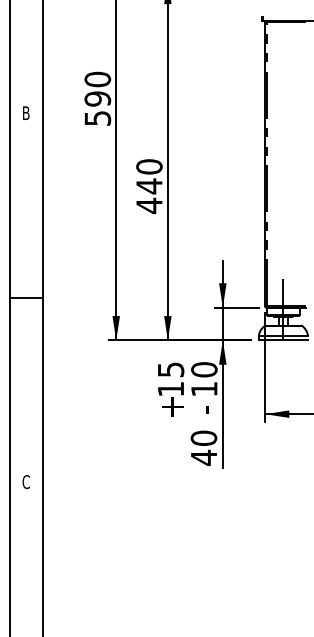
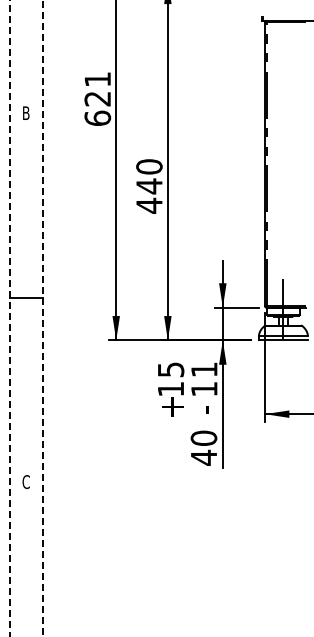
text at (97, 98): 590 -> 621
line at (9, 318): solid -> dashed
line at (43, 318): solid -> dashed
text at (204, 369): 10 -> 11
